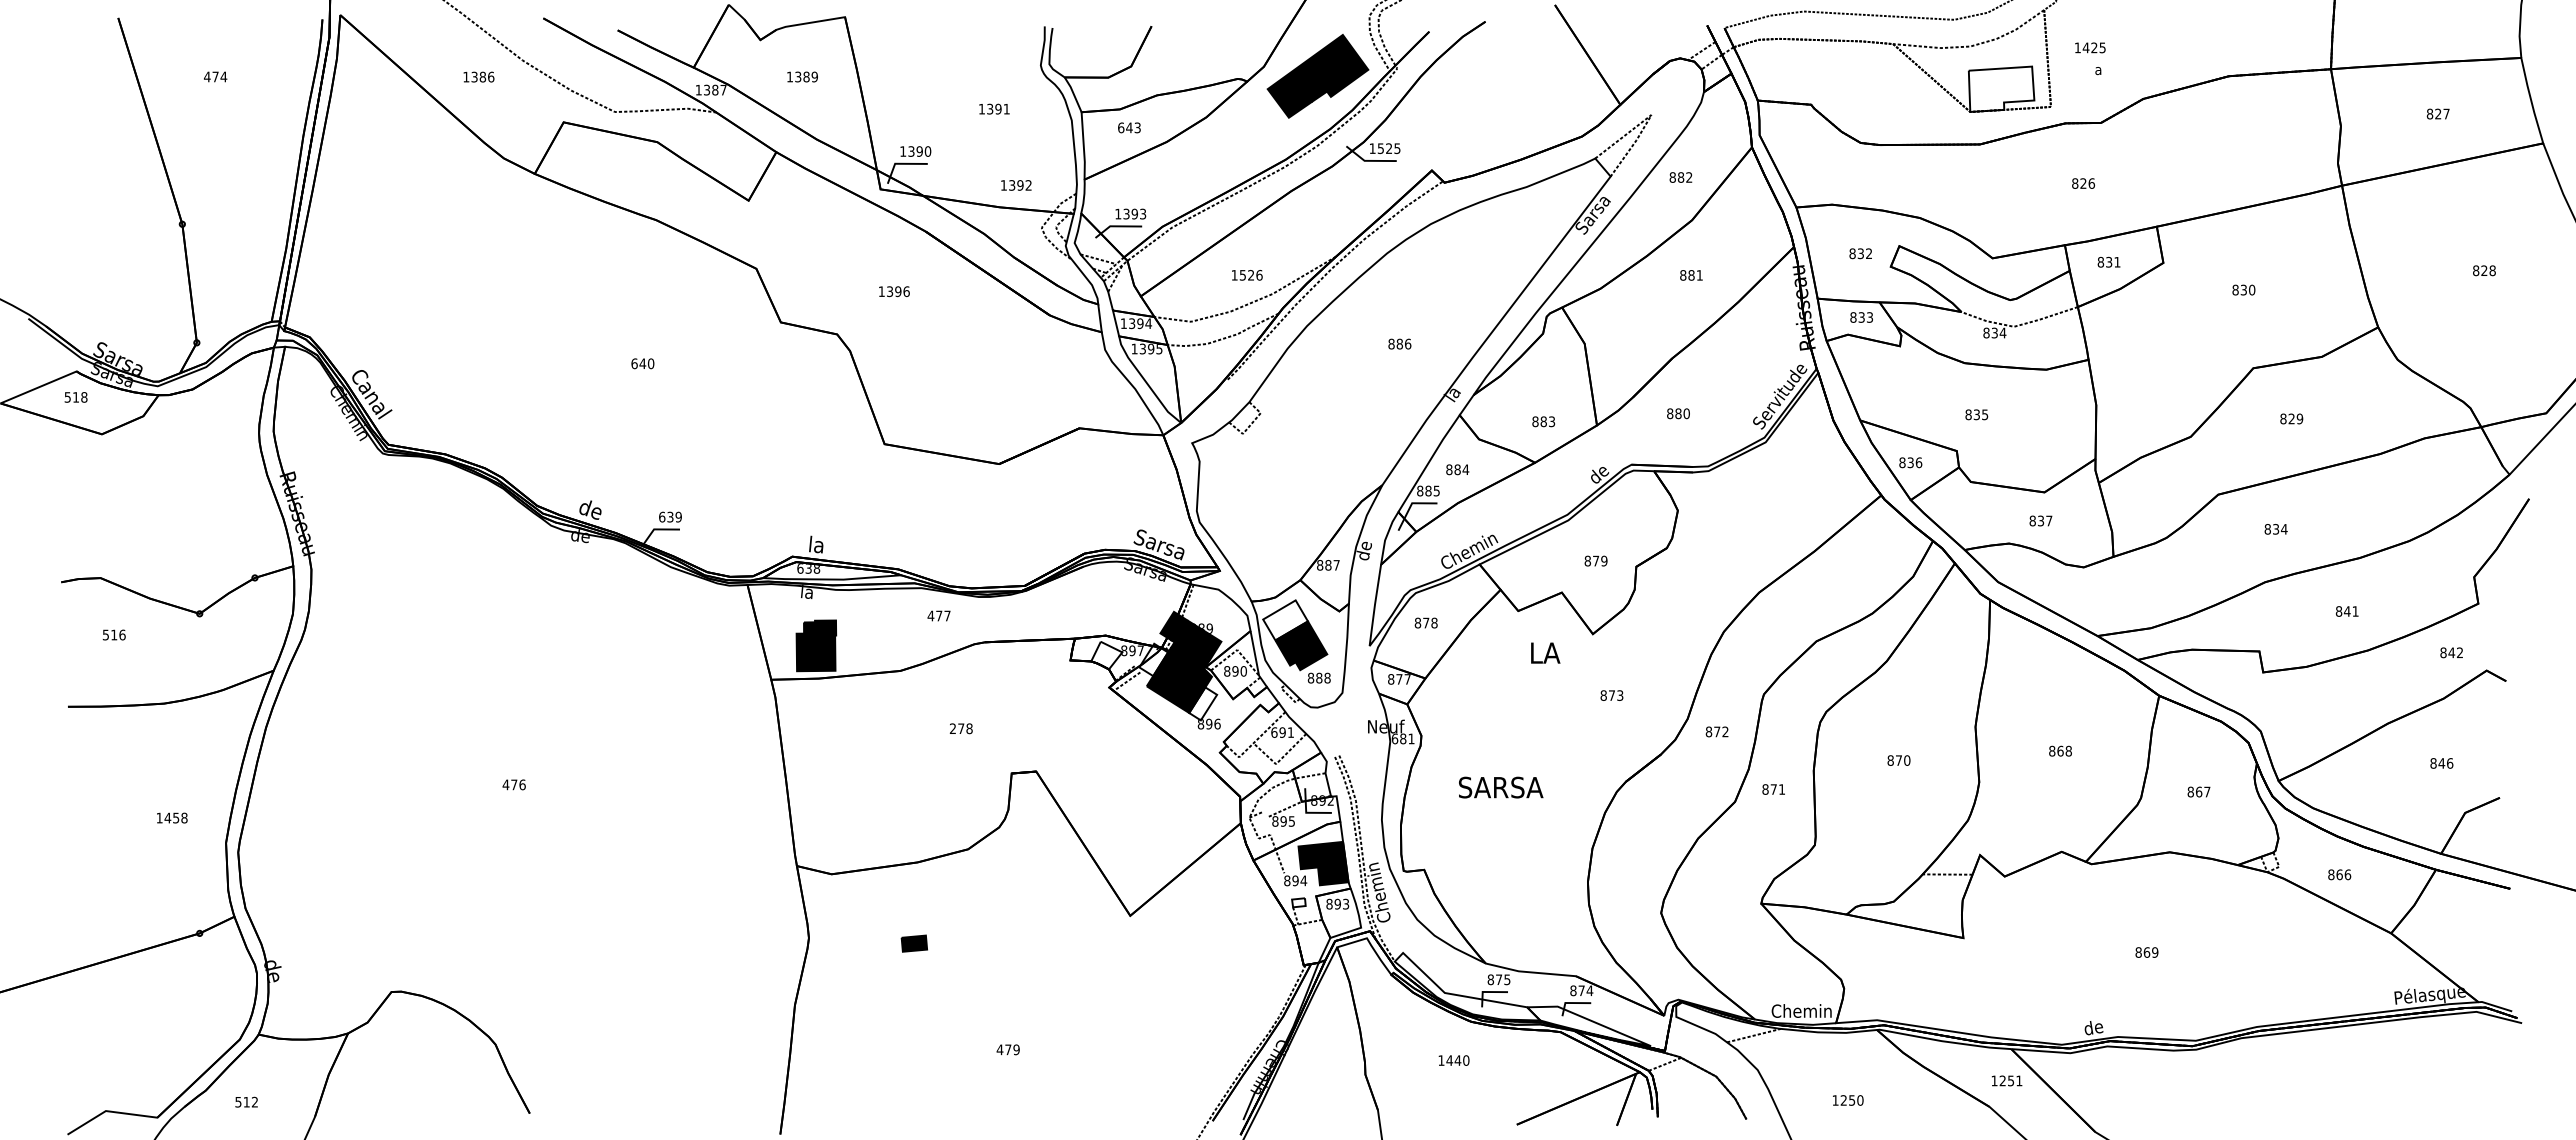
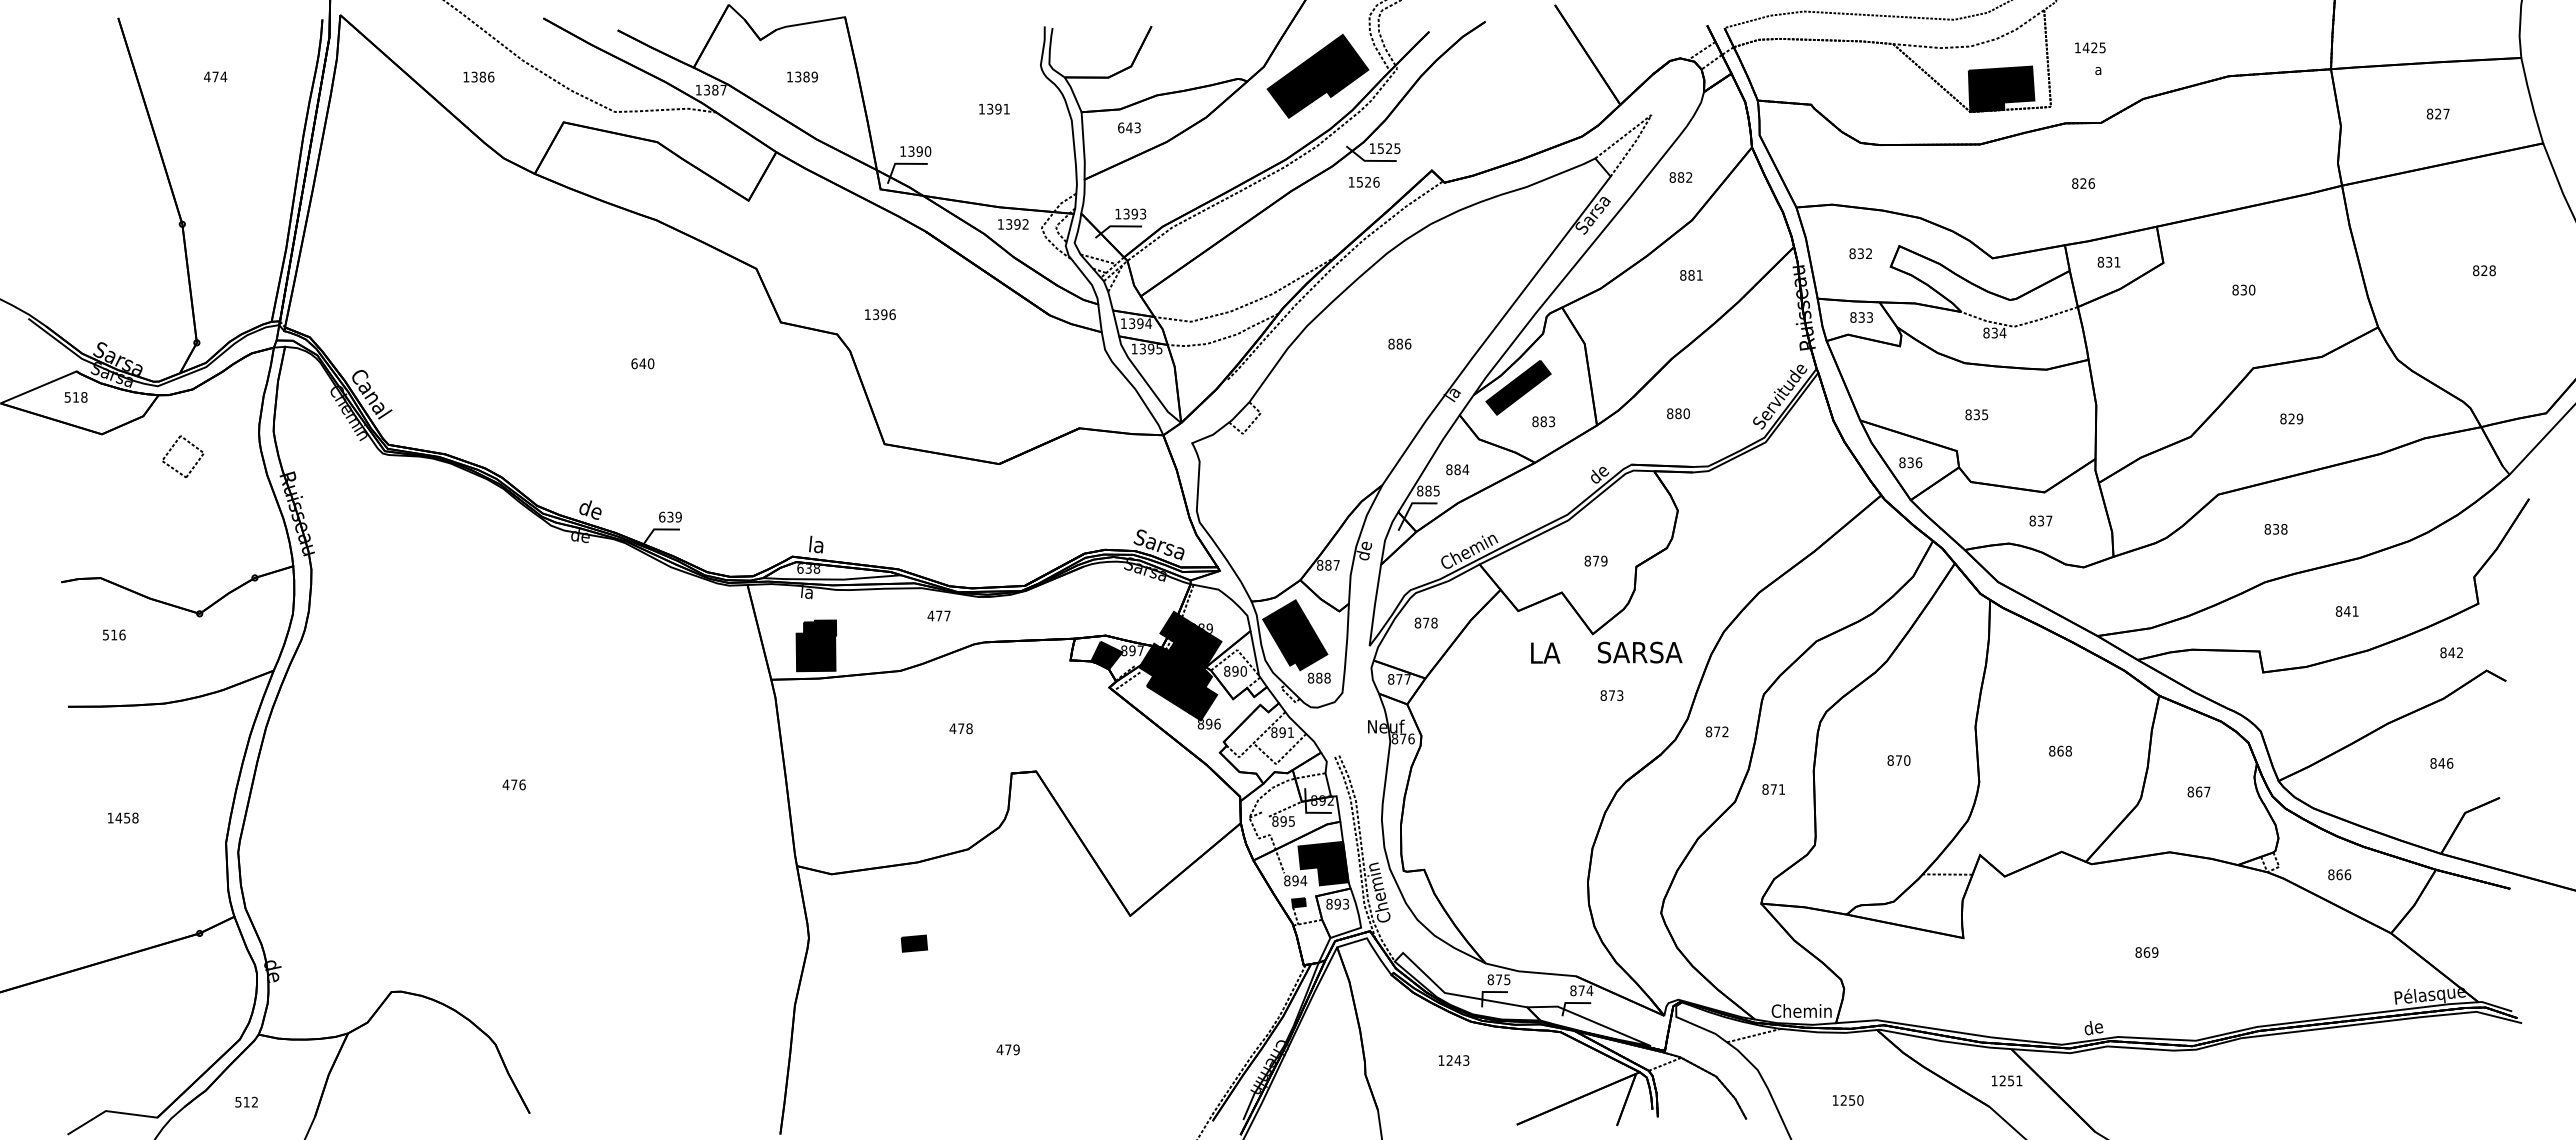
fill at (2001, 88): none -> present
text at (1016, 185) position: (1016, 185) -> (1013, 224)
text at (1247, 275) position: (1247, 275) -> (1364, 182)
text at (894, 291) position: (894, 291) -> (880, 314)
part at (1518, 387): none -> present
part at (173, 447): none -> present
text at (2283, 529): 834 -> 838
fill at (1285, 620): none -> present
fill at (1106, 655): none -> present
fill at (1153, 659): none -> present
fill at (1203, 703): none -> present
text at (952, 728): 278 -> 478
text at (1274, 732): 691 -> 891
text at (1402, 738): 681 -> 876
text at (1501, 787) position: (1501, 787) -> (1640, 652)
text at (172, 817) position: (172, 817) -> (123, 817)
fill at (1298, 902): none -> present
text at (1457, 1060): 1440 -> 1243
